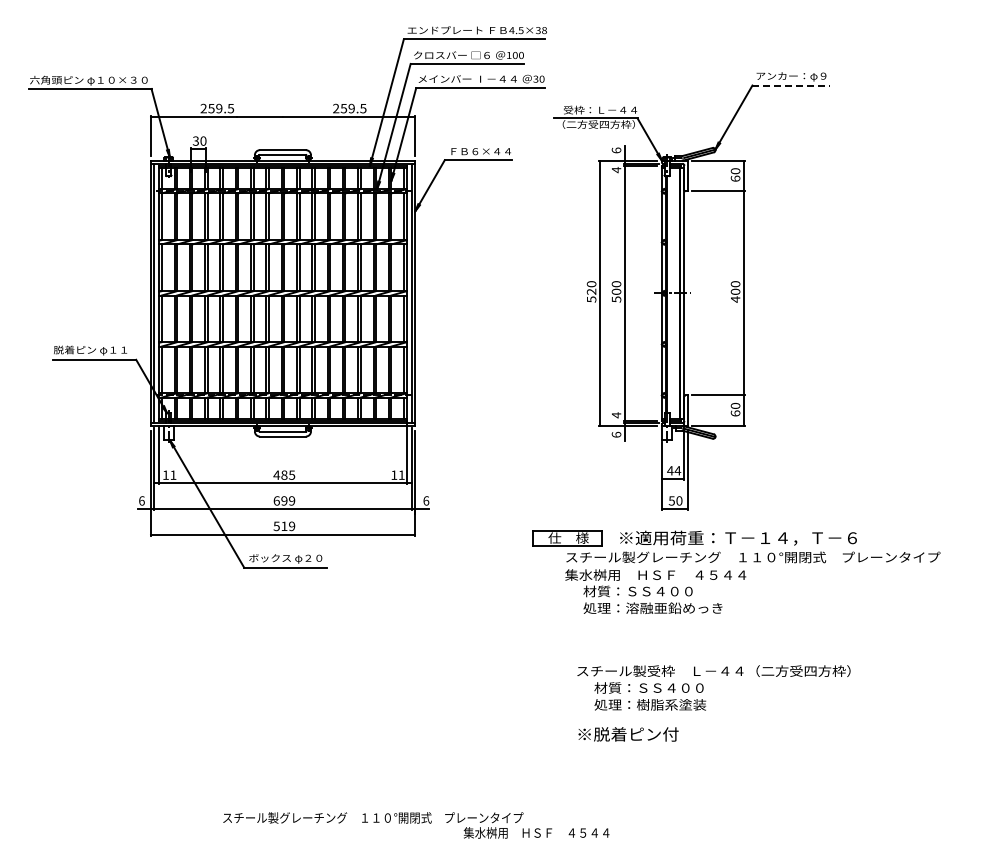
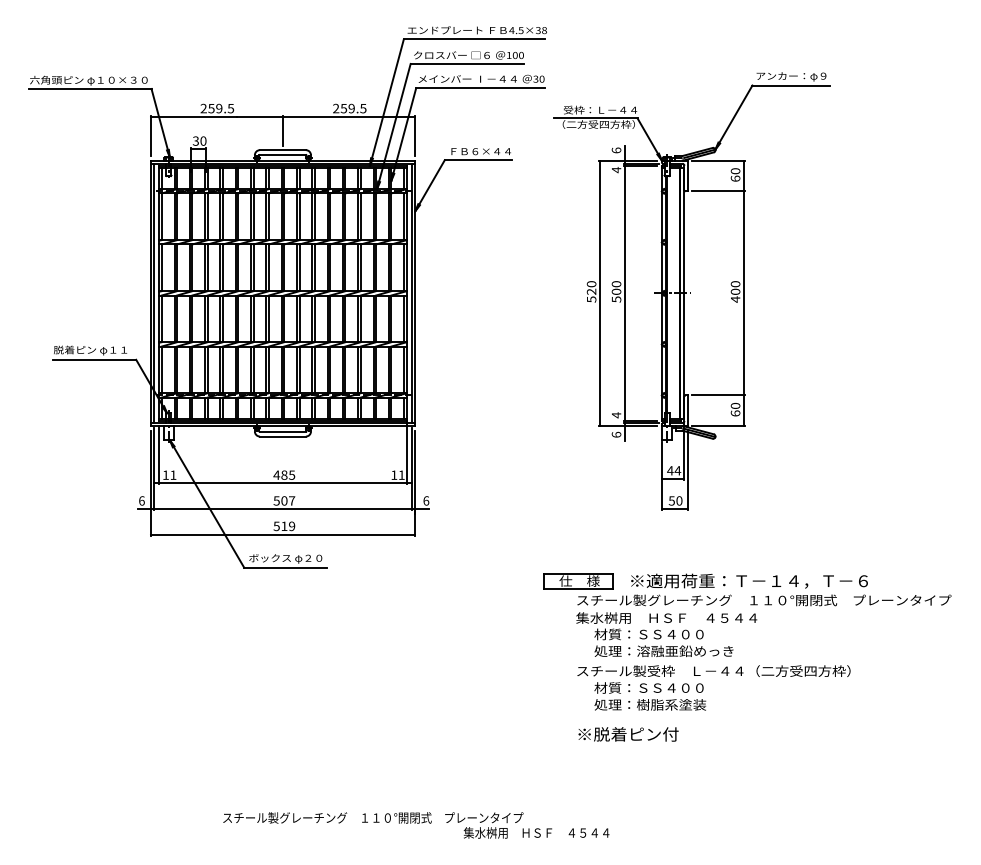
line at (791, 85): dashed -> solid
line at (282, 130): none -> present
text at (284, 500): 699 -> 507
part at (736, 571) position: (736, 571) -> (747, 614)
